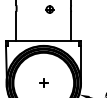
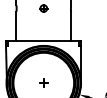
part at (49, 9) position: (49, 9) -> (43, 8)
